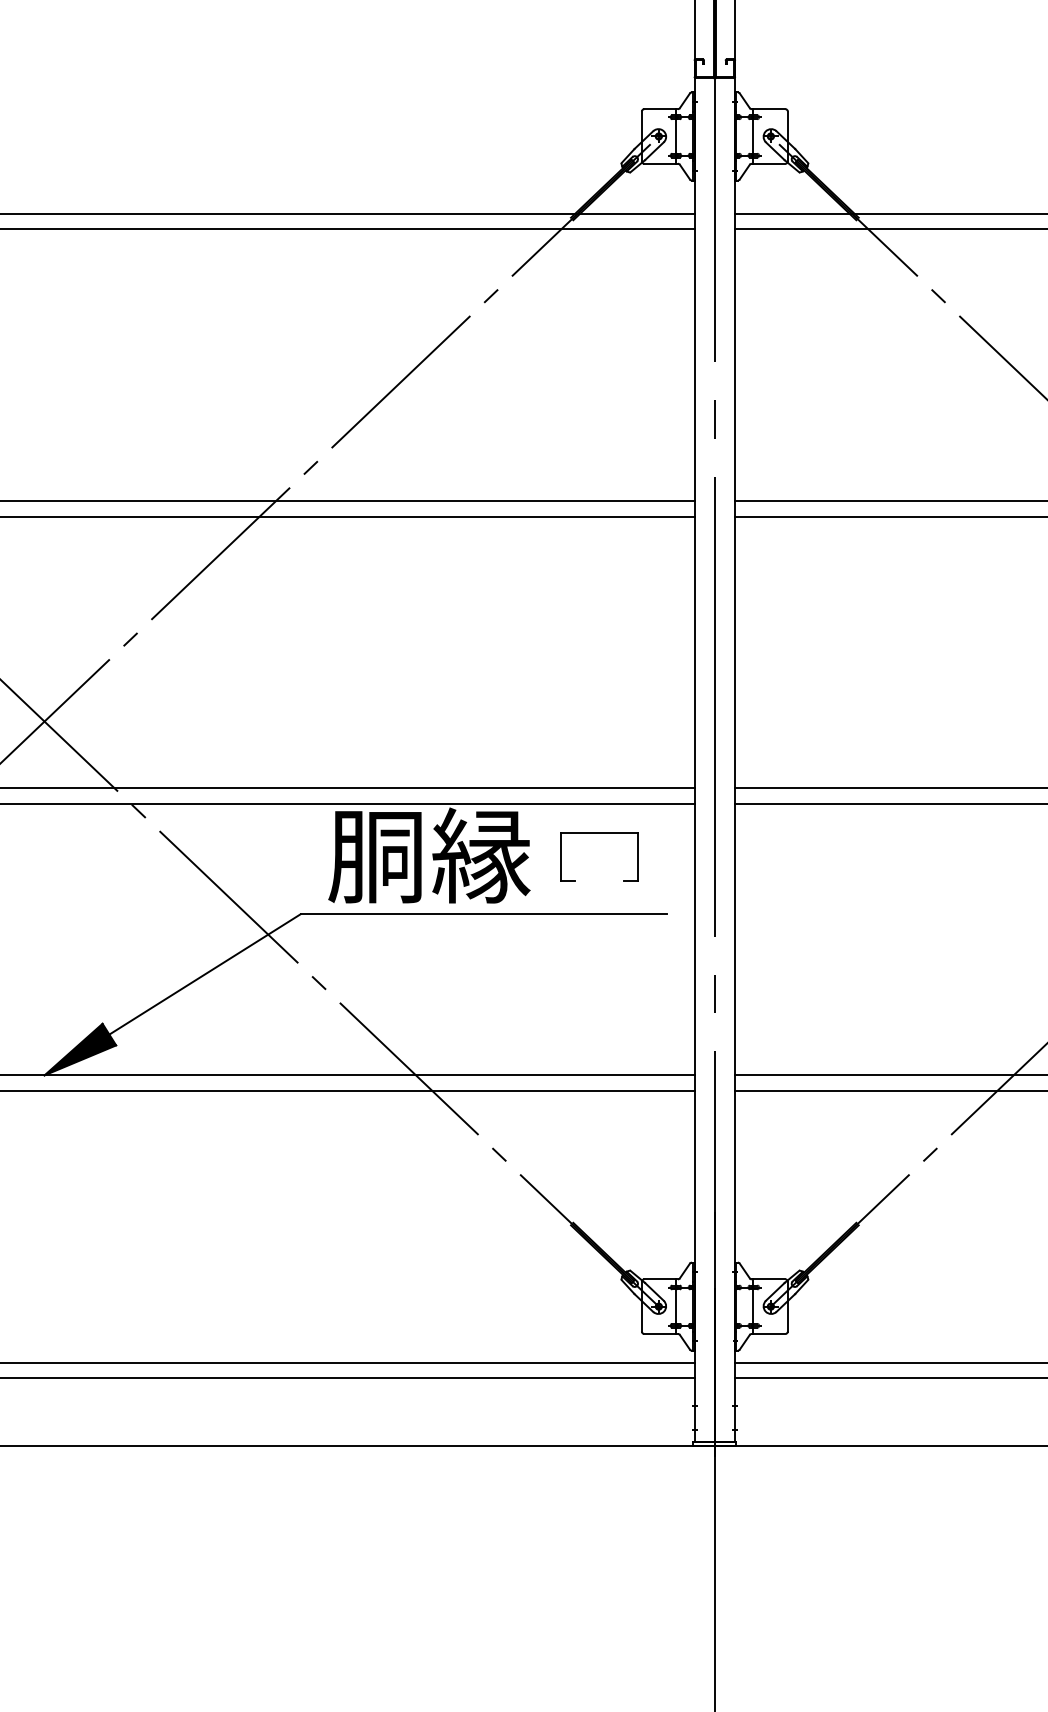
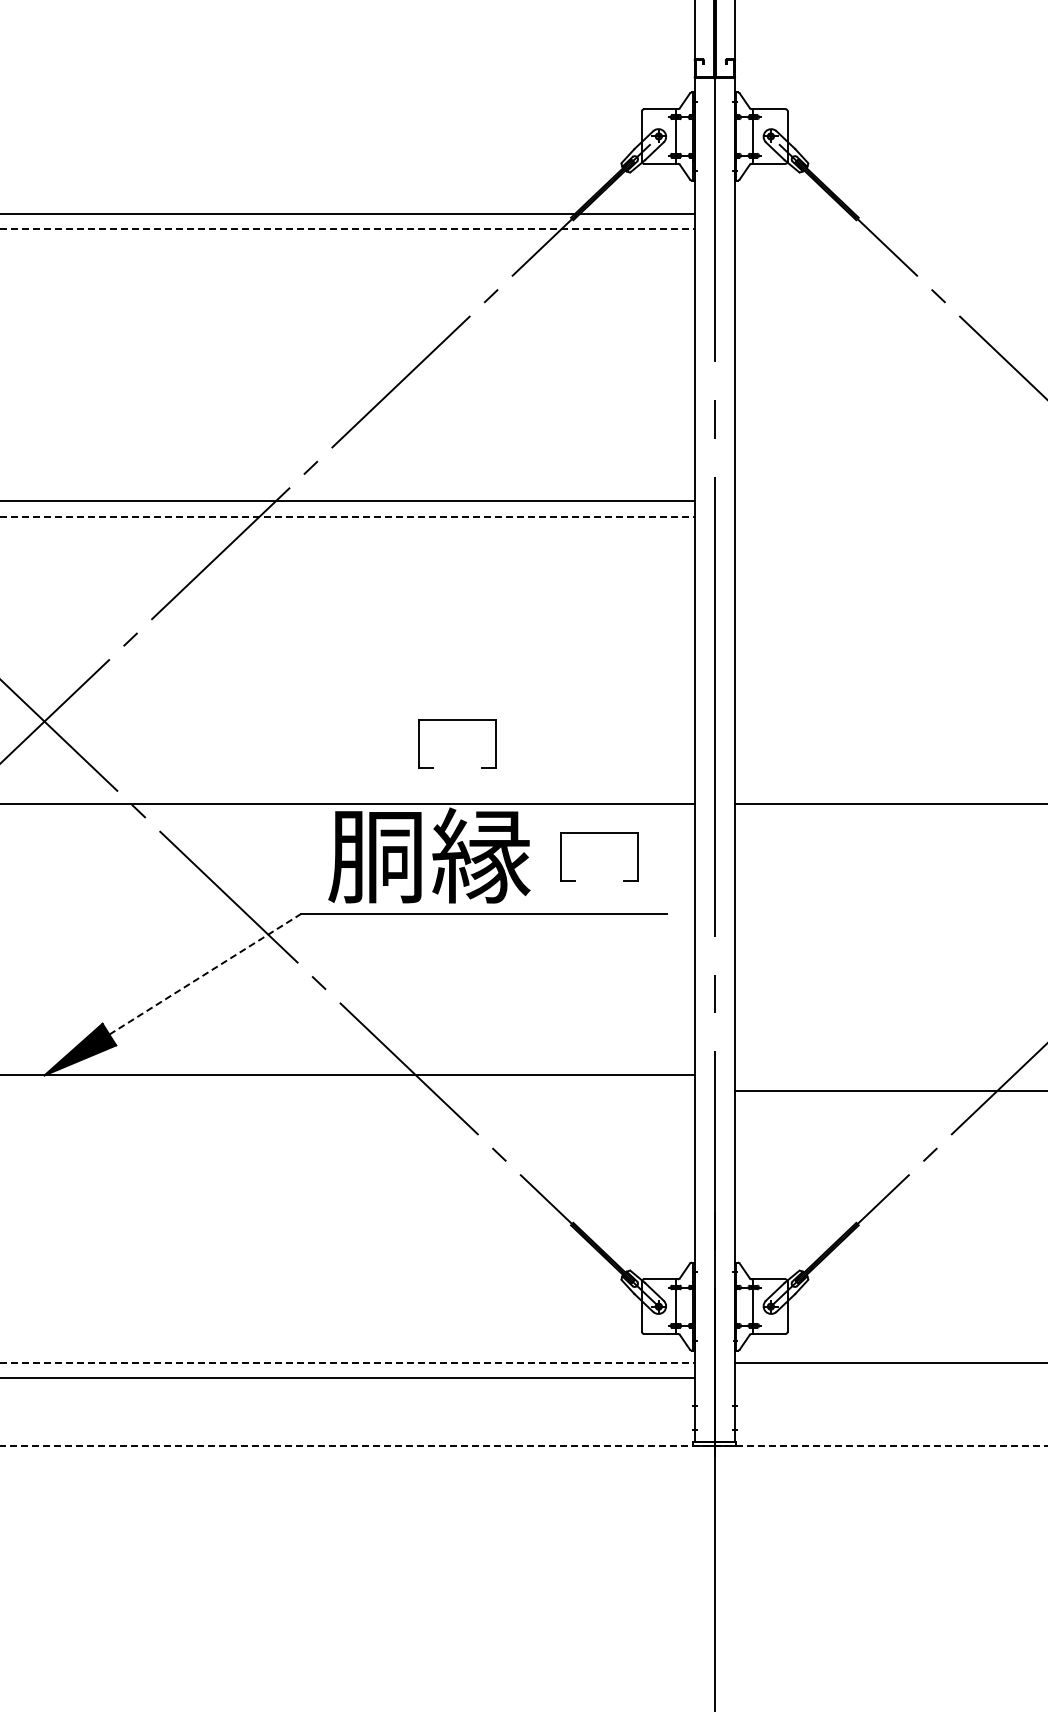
line at (889, 213): present -> none
line at (347, 229): solid -> dashed
line at (889, 229): present -> none
line at (889, 500): present -> none
line at (347, 516): solid -> dashed
line at (889, 516): present -> none
part at (457, 720): none -> present
line at (348, 788): present -> none
line at (889, 788): present -> none
line at (204, 974): solid -> dashed
line at (889, 1075): present -> none
line at (348, 1091): present -> none
line at (347, 1362): solid -> dashed
line at (889, 1378): present -> none
line at (524, 1445): solid -> dashed
